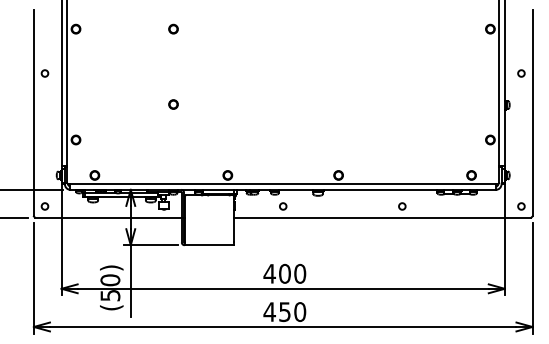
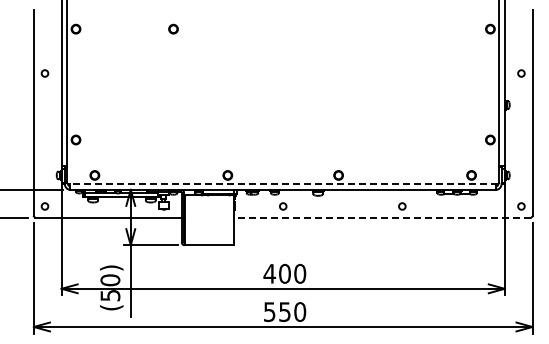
part at (173, 104): present -> none
line at (283, 184): solid -> dashed
line at (382, 217): solid -> dashed
text at (269, 312): 450 -> 550
